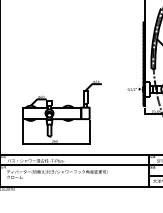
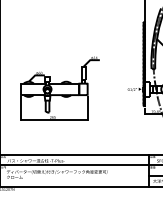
part at (61, 112) position: (61, 112) -> (59, 88)
